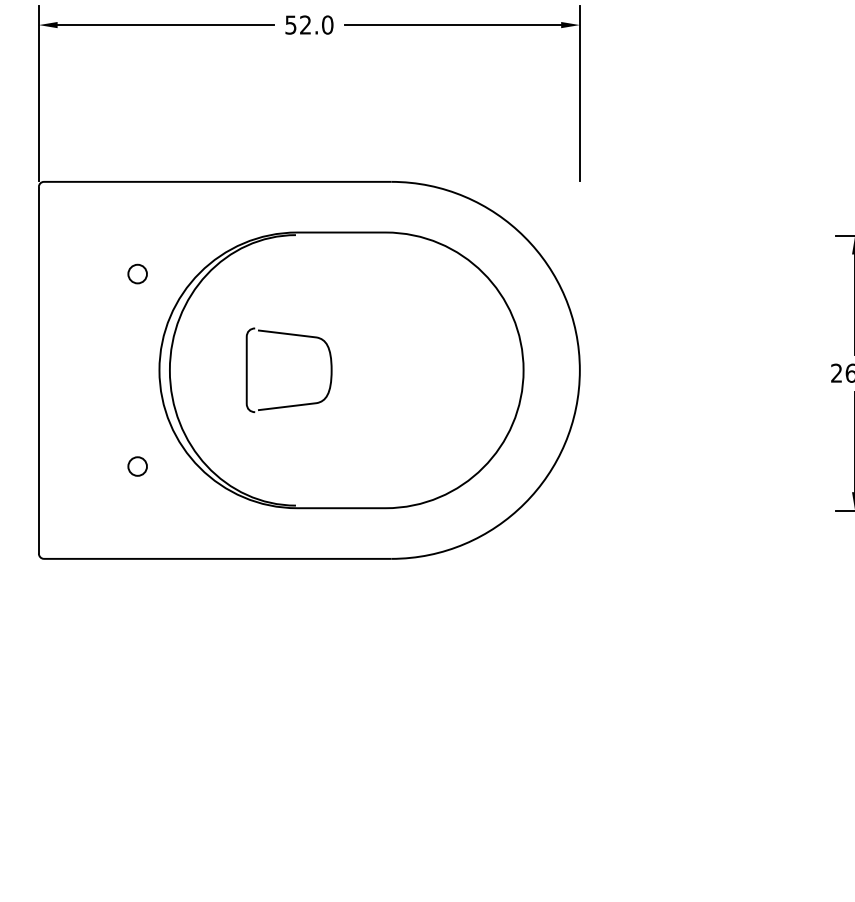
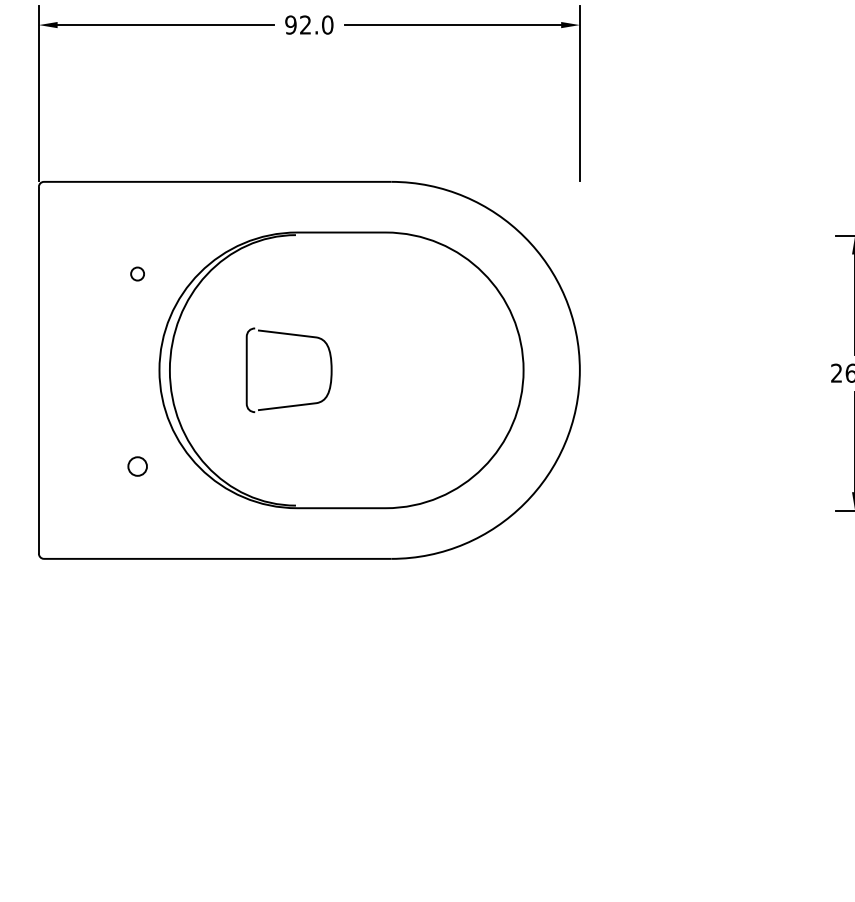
text at (290, 24): 52.0 -> 92.0
part at (137, 273) size: 21x22 px -> 15x16 px
